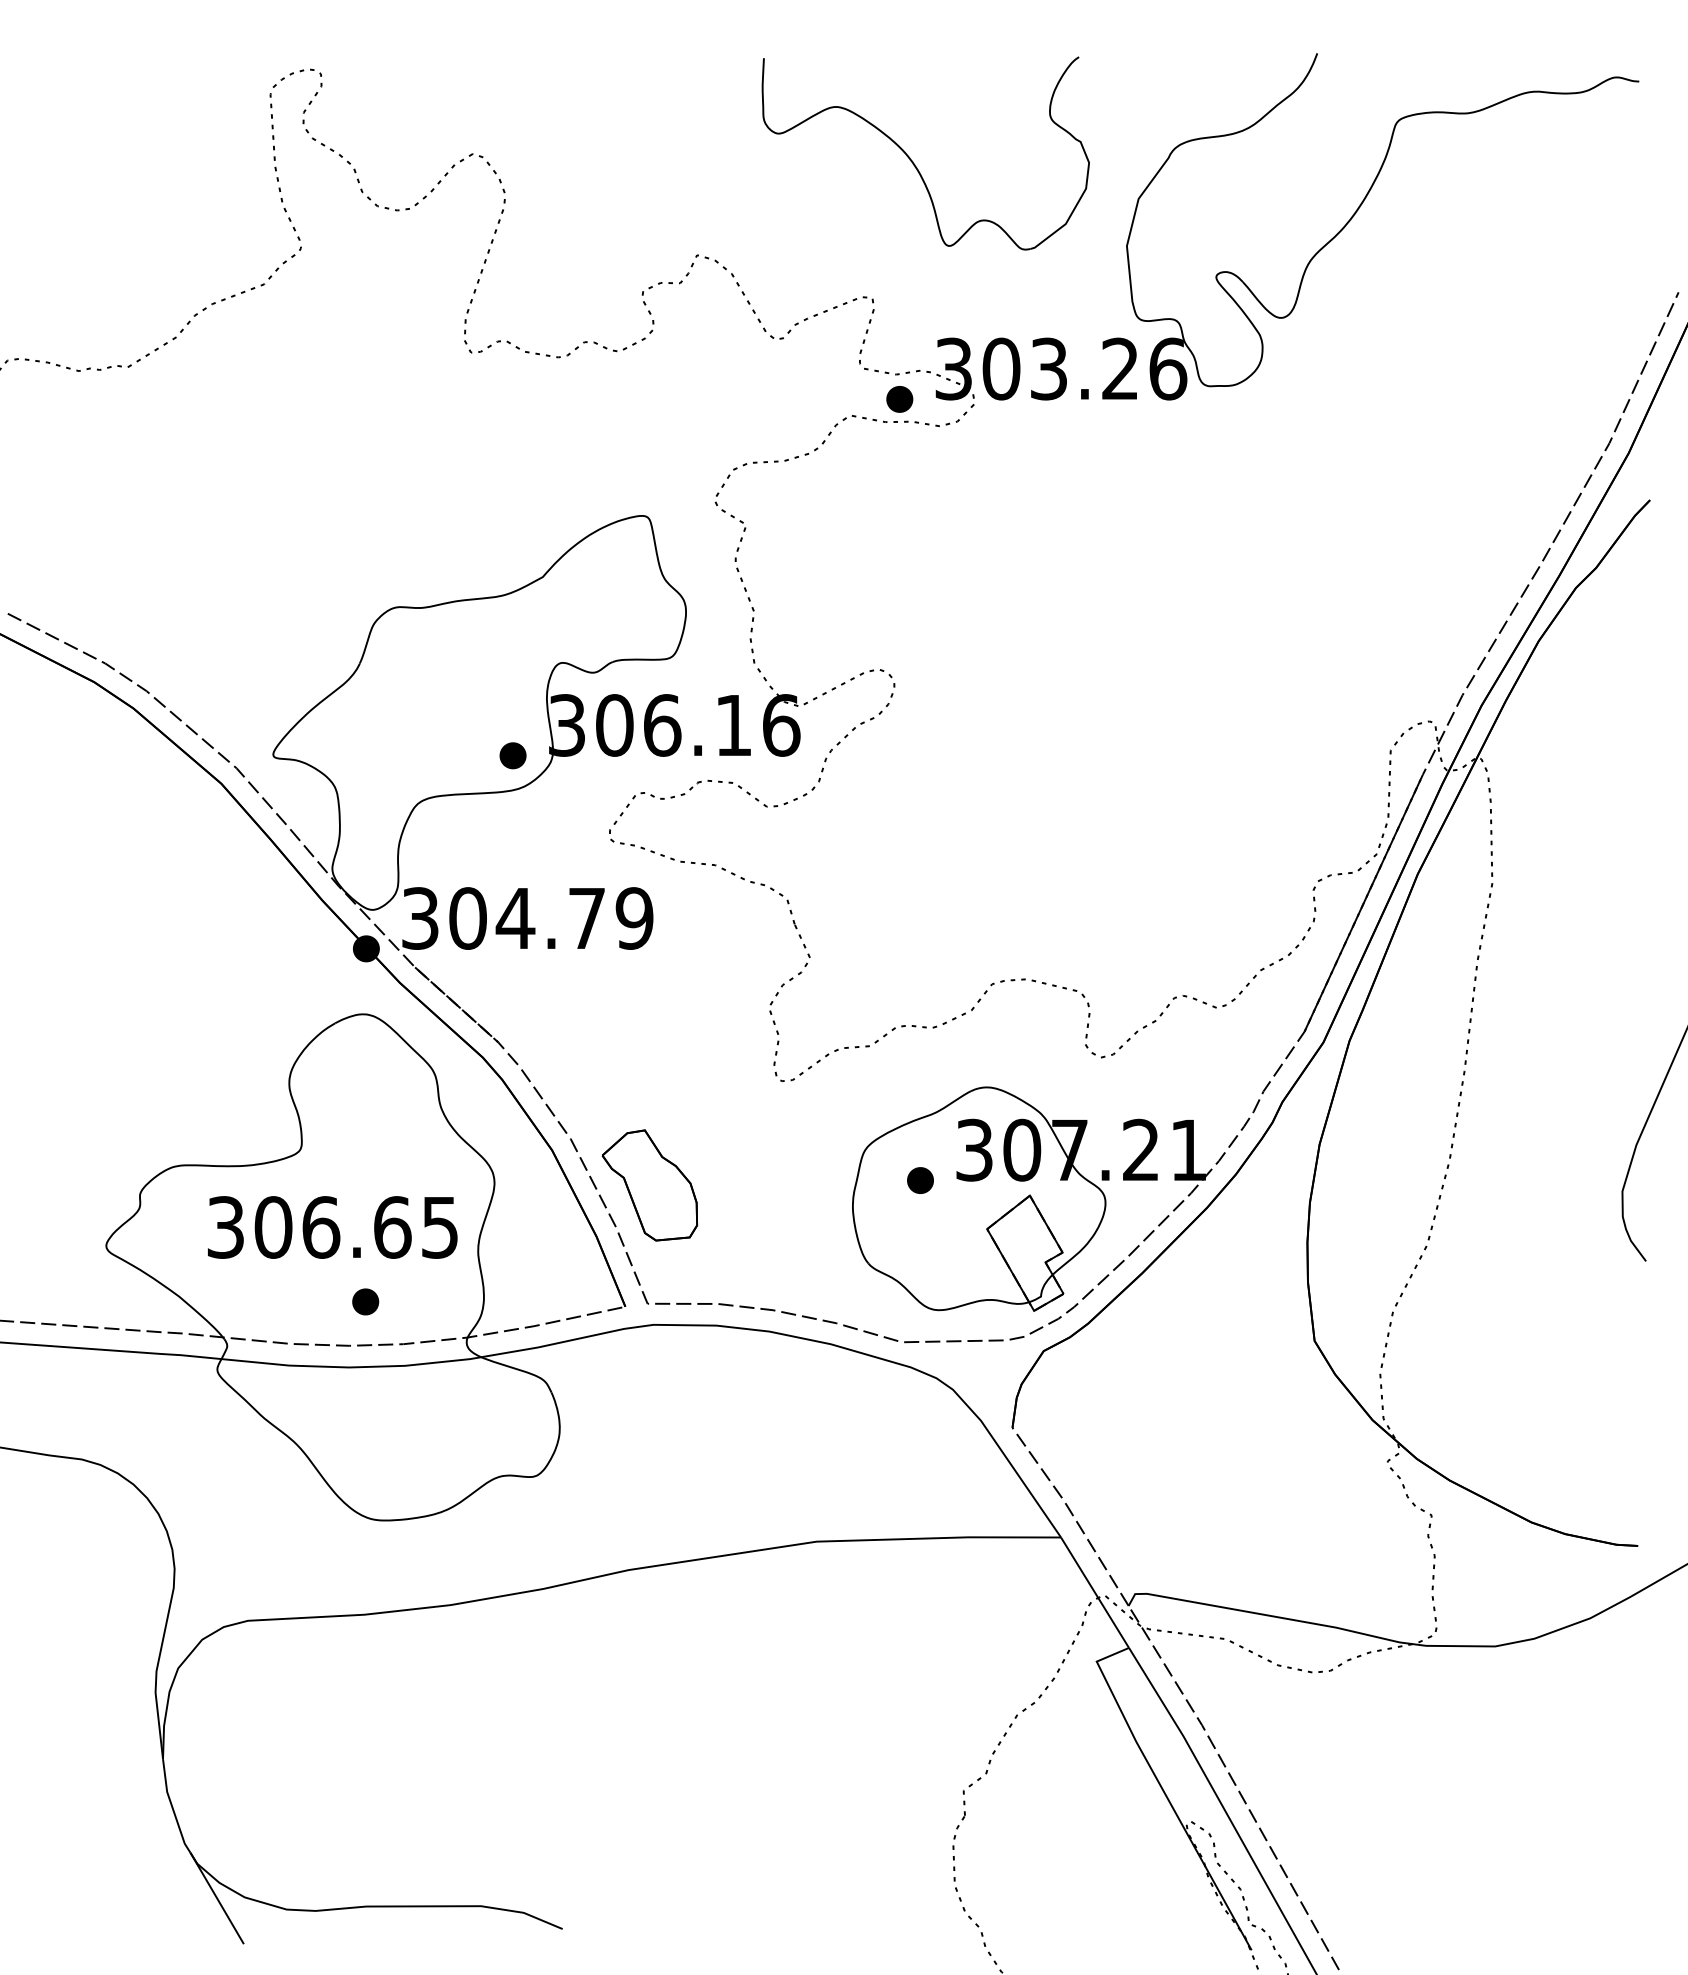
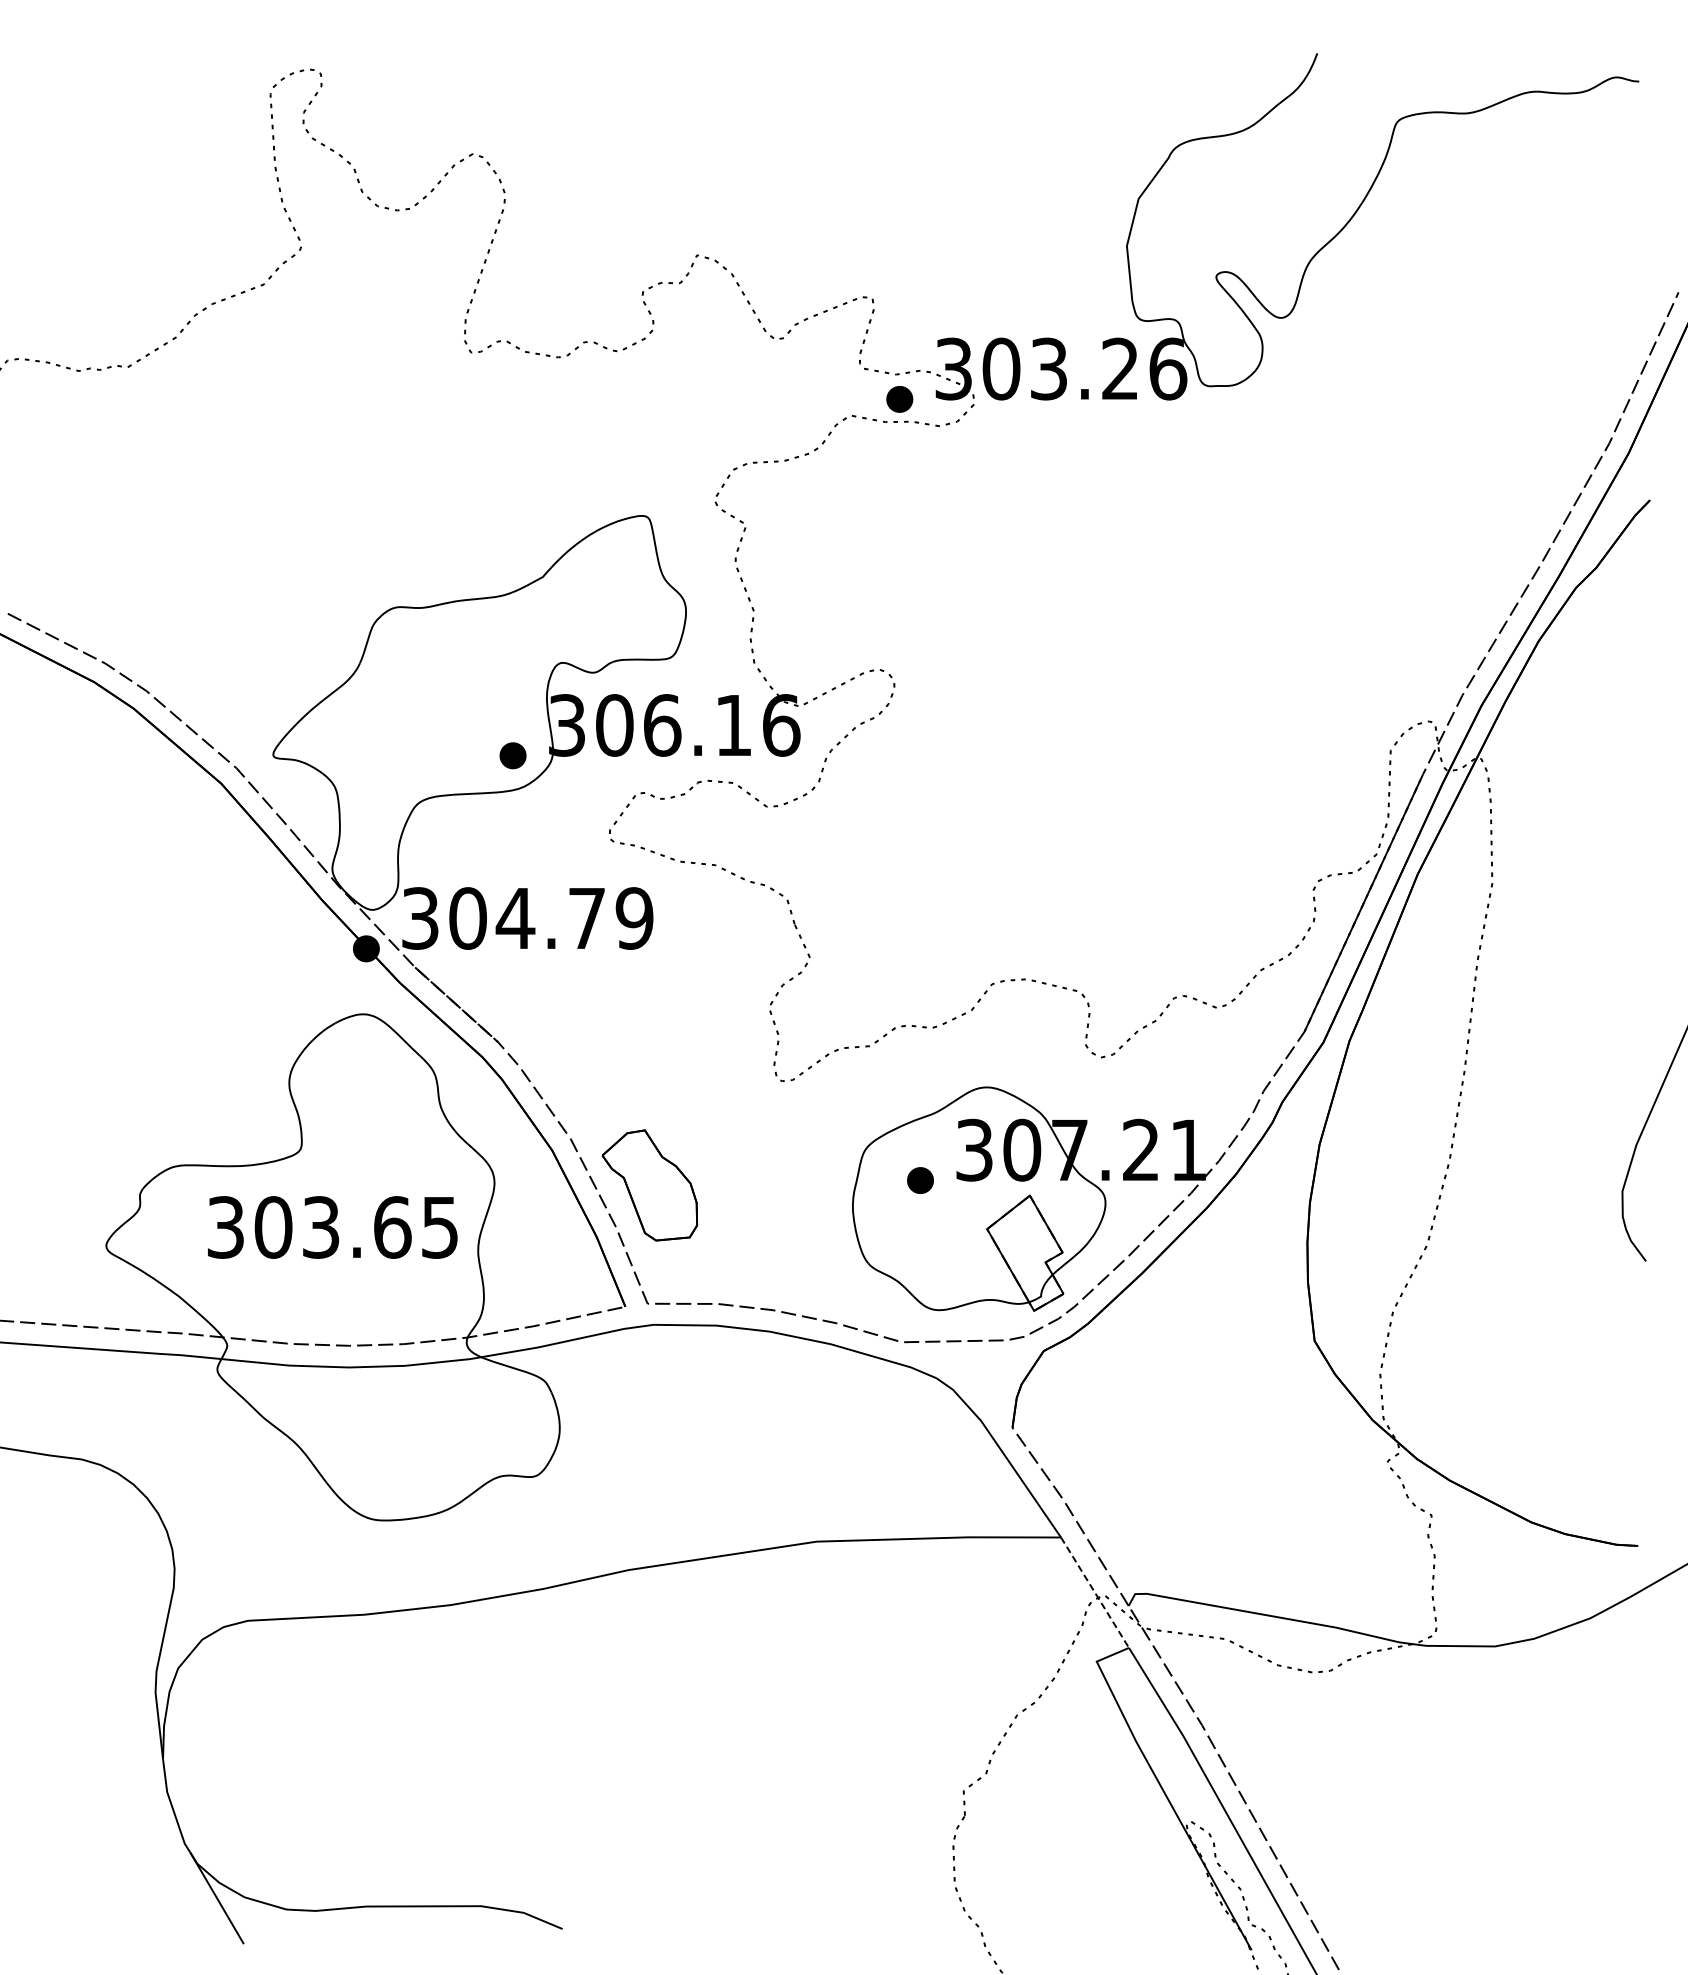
part at (913, 161): present -> none
text at (321, 1227): 306.65 -> 303.65
part at (365, 1301): present -> none
line at (1095, 1592): solid -> dashed
